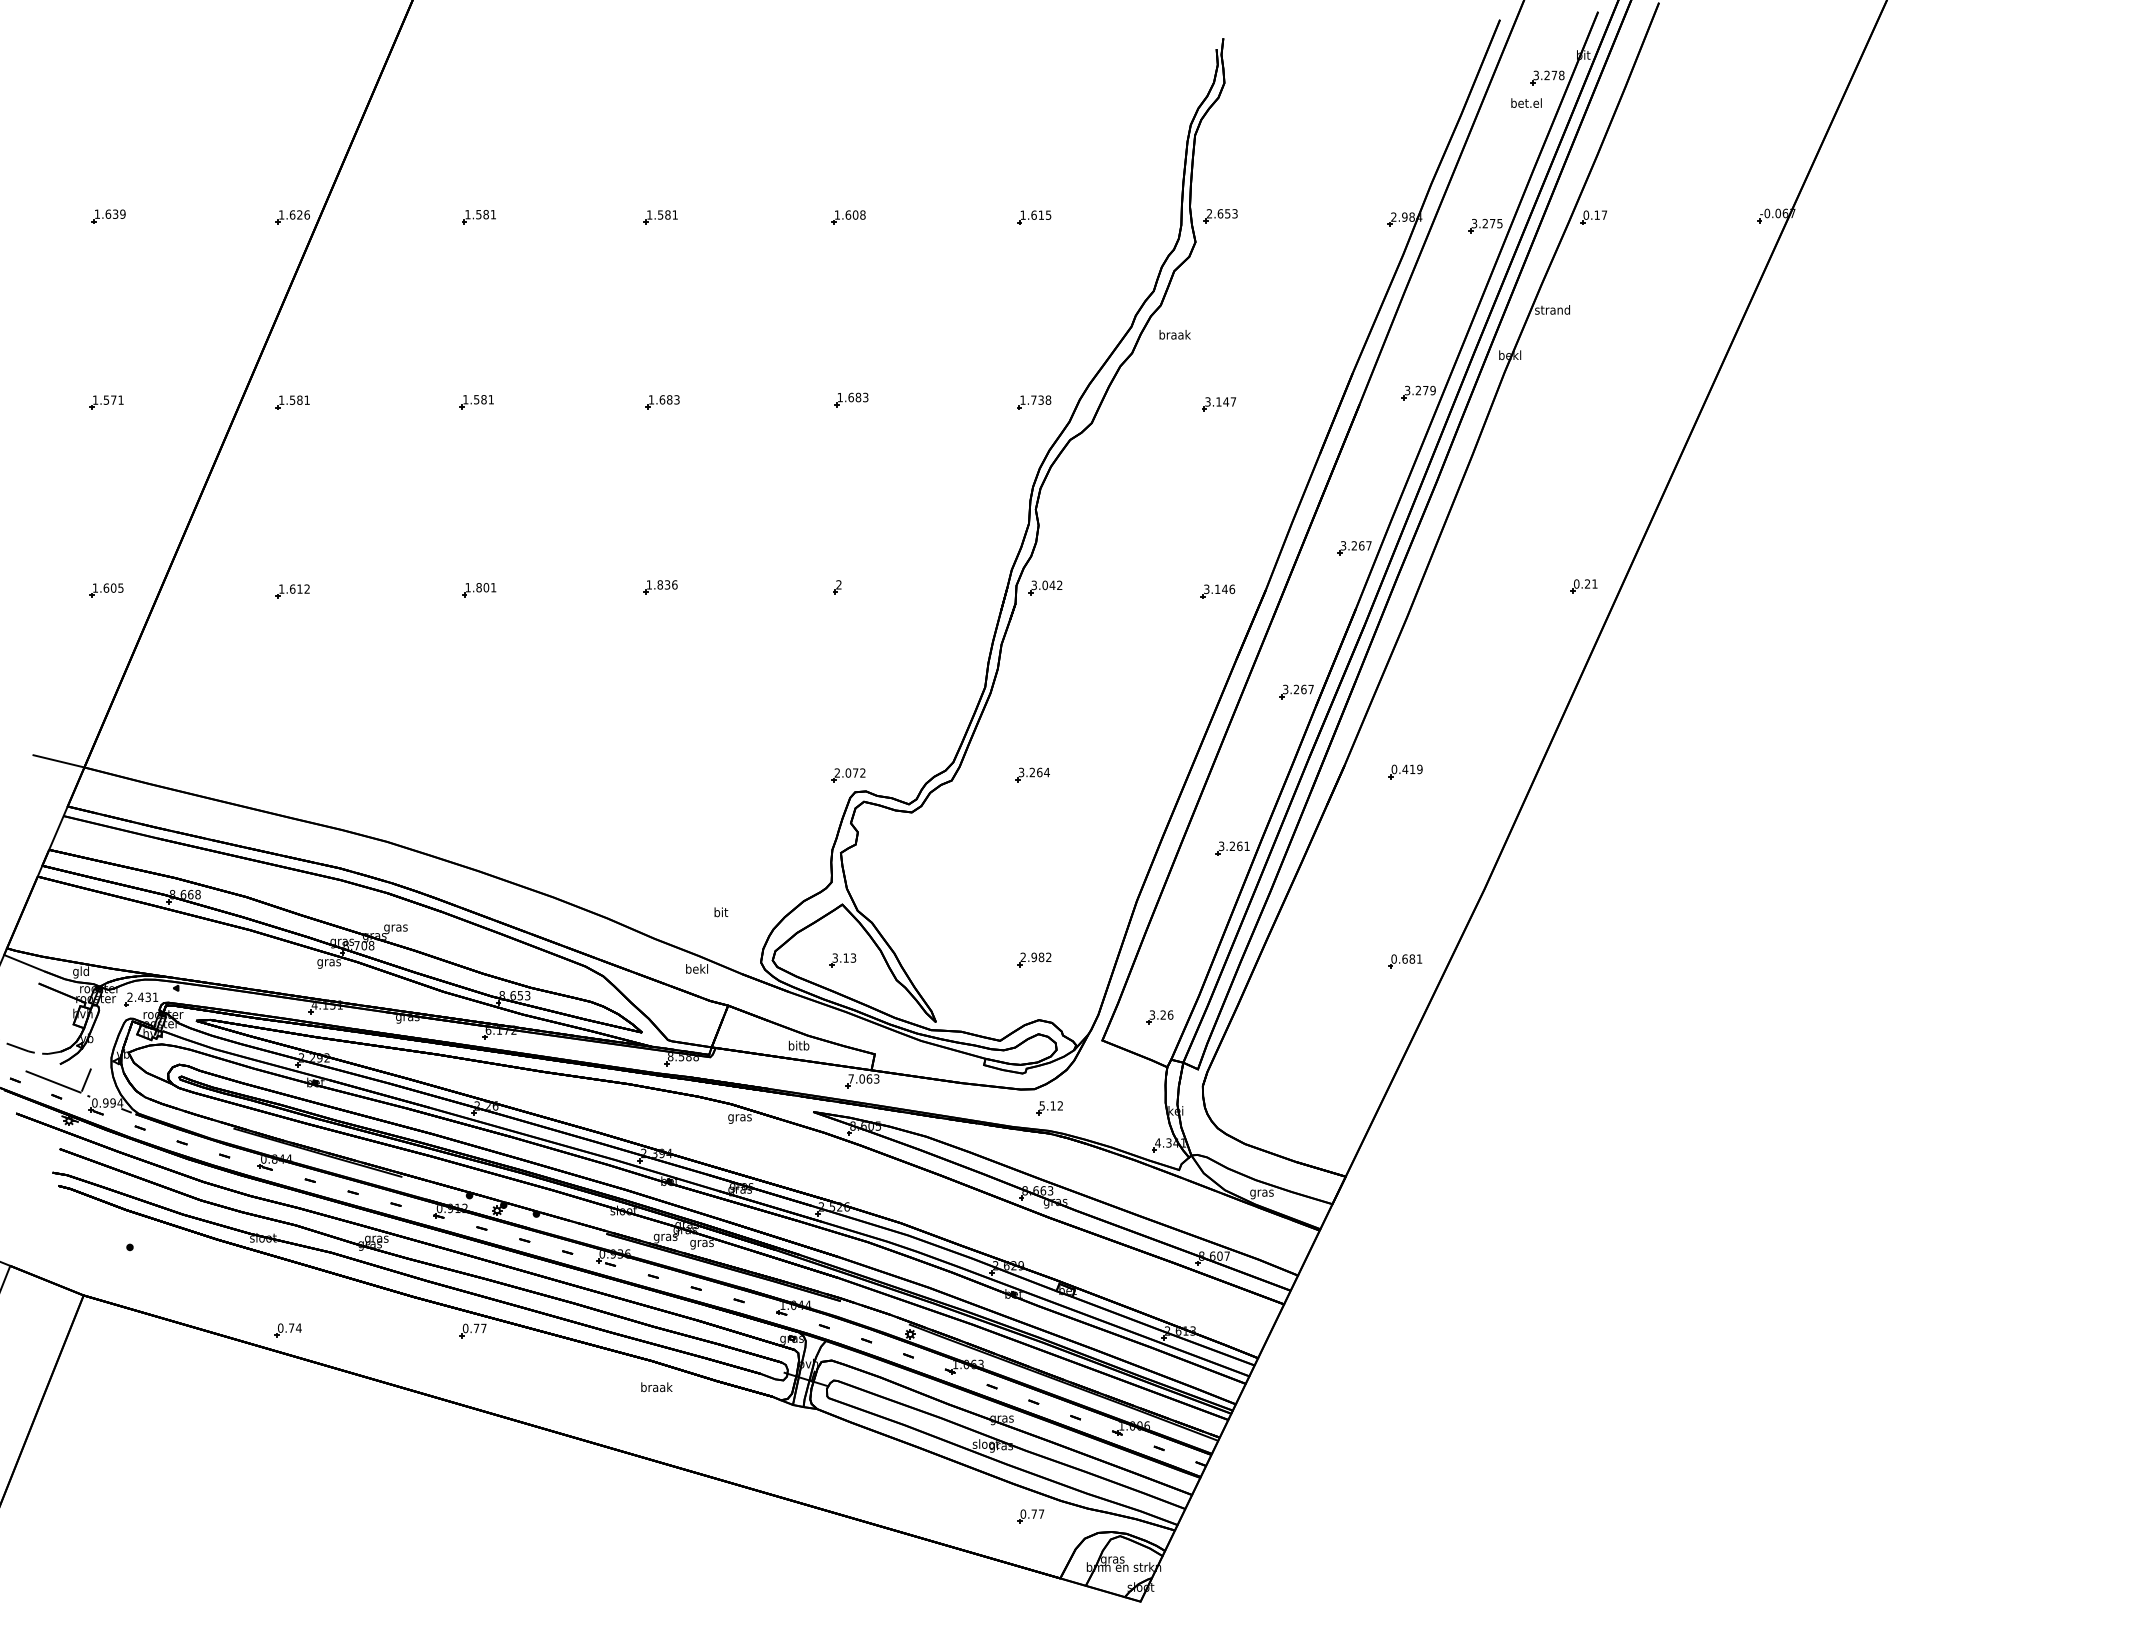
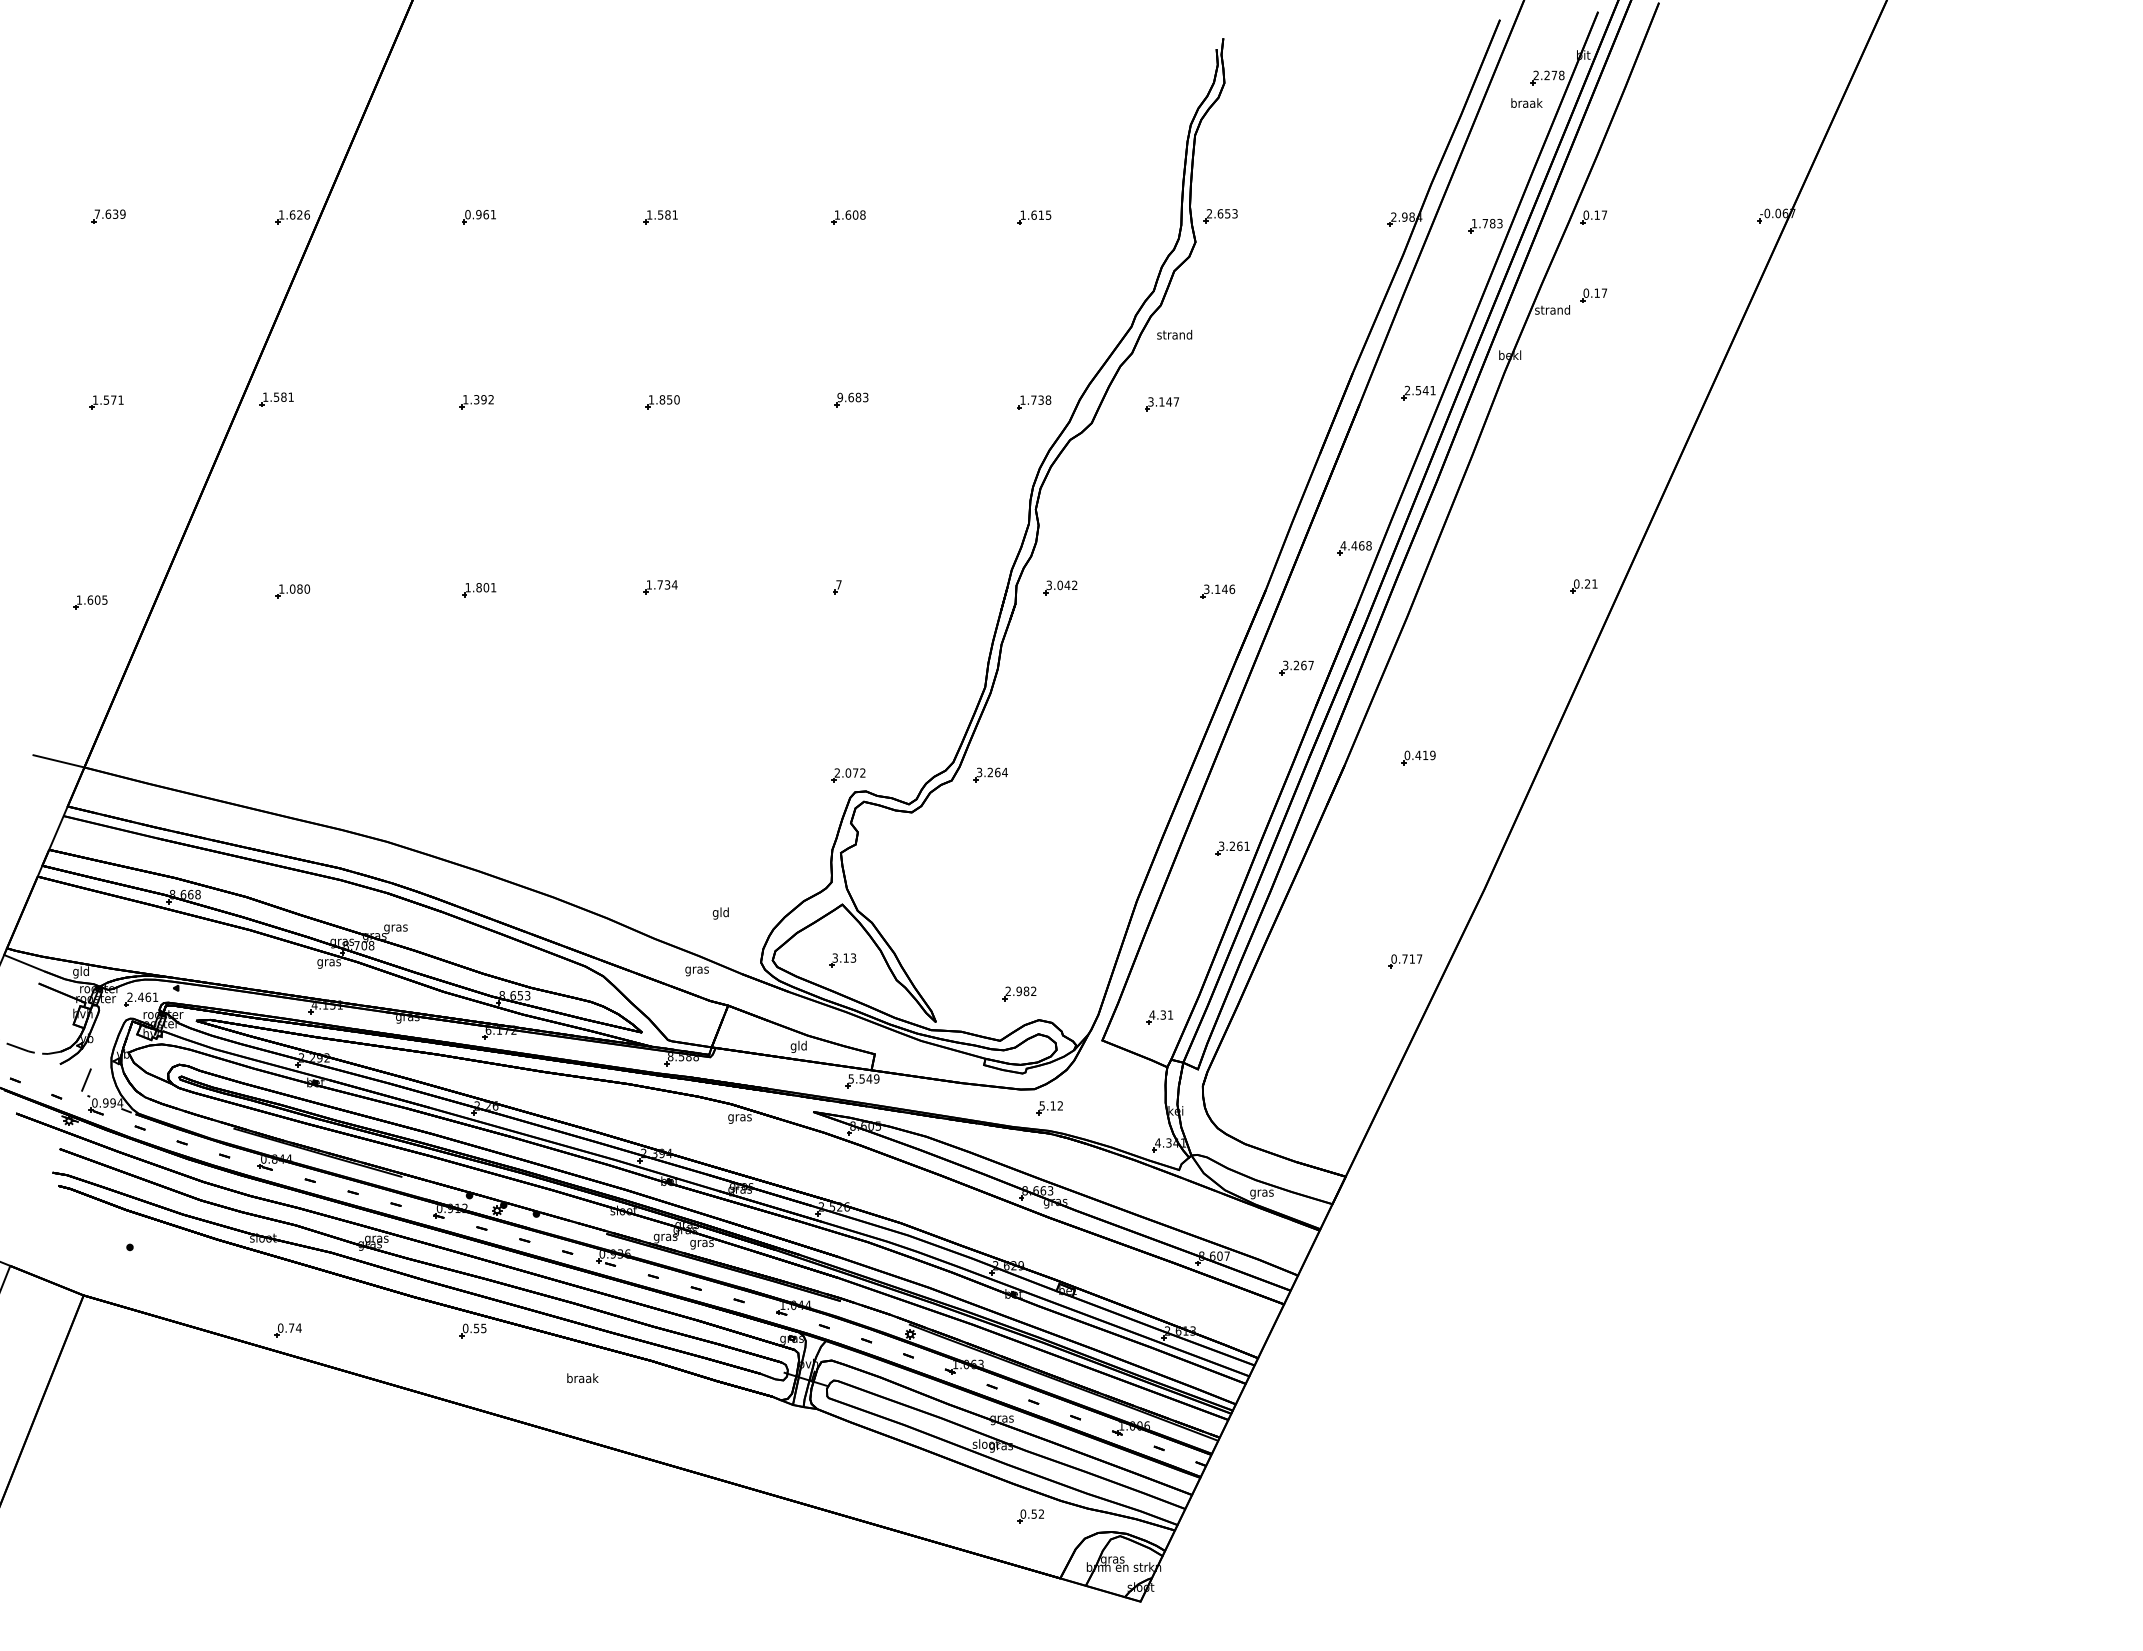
text at (1535, 75): 3.278 -> 2.278
text at (1530, 102): bet.el -> braak
text at (96, 213): 1.639 -> 7.639
text at (476, 214): 1.581 -> 0.961
text at (1486, 223): 3.275 -> 1.783
part at (1593, 295): none -> present
text at (1174, 334): braak -> strand
text at (1420, 390): 3.279 -> 2.541
text at (840, 397): 1.683 -> 9.683
text at (483, 399): 1.581 -> 1.392
text at (669, 399): 1.683 -> 1.850
part at (292, 402) position: (292, 402) -> (276, 399)
part at (1219, 404) position: (1219, 404) -> (1162, 404)
text at (1355, 545): 3.267 -> 4.468
text at (667, 584): 1.836 -> 1.734
text at (838, 584): 2 -> 7
part at (1045, 587) position: (1045, 587) -> (1060, 587)
text at (300, 588): 1.612 -> 1.080
part at (106, 590) position: (106, 590) -> (90, 602)
part at (1296, 691) position: (1296, 691) -> (1296, 667)
part at (1405, 771) position: (1405, 771) -> (1418, 757)
part at (1032, 774) position: (1032, 774) -> (990, 774)
text at (720, 913): bit -> gld
text at (1412, 958): 0.681 -> 0.717
part at (1034, 959) position: (1034, 959) -> (1019, 993)
text at (696, 970): bekl -> gras
text at (148, 997): 2.431 -> 2.461
text at (1161, 1014): 3.26 -> 4.31
text at (798, 1046): bitb -> gld
text at (863, 1078): 7.063 -> 5.549
line at (53, 1081): present -> none
text at (479, 1328): 0.77 -> 0.55
text at (656, 1387) position: (656, 1387) -> (582, 1378)
text at (1037, 1513): 0.77 -> 0.52
